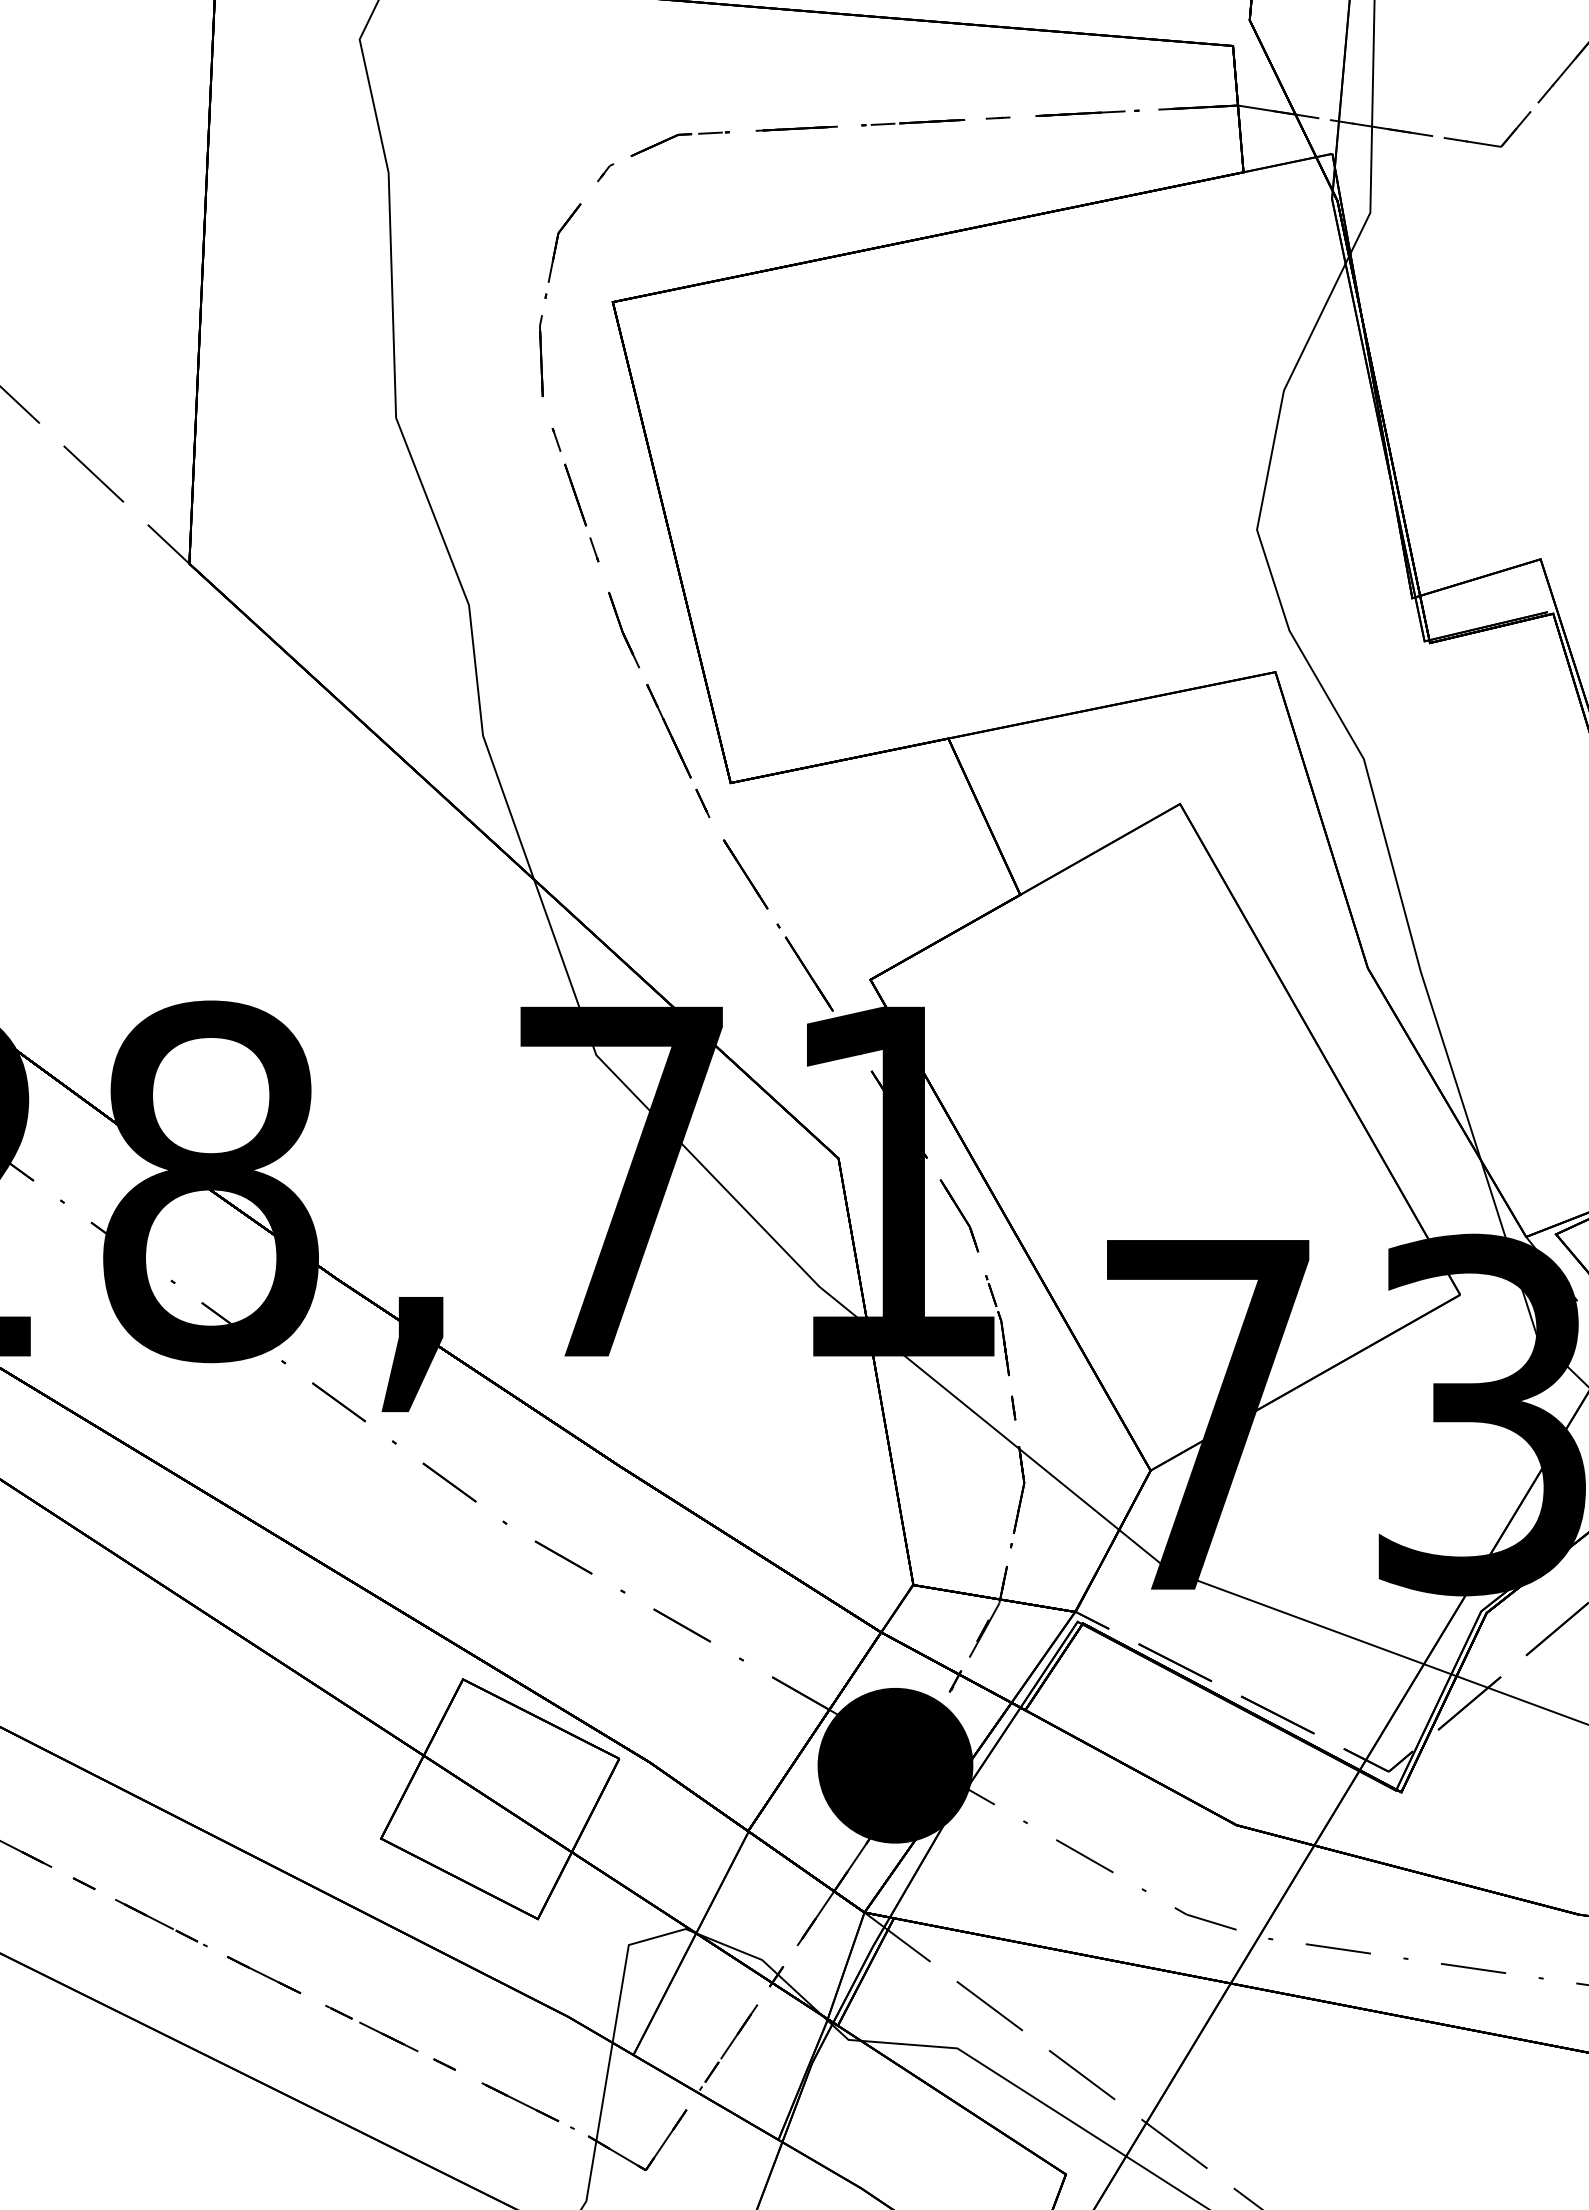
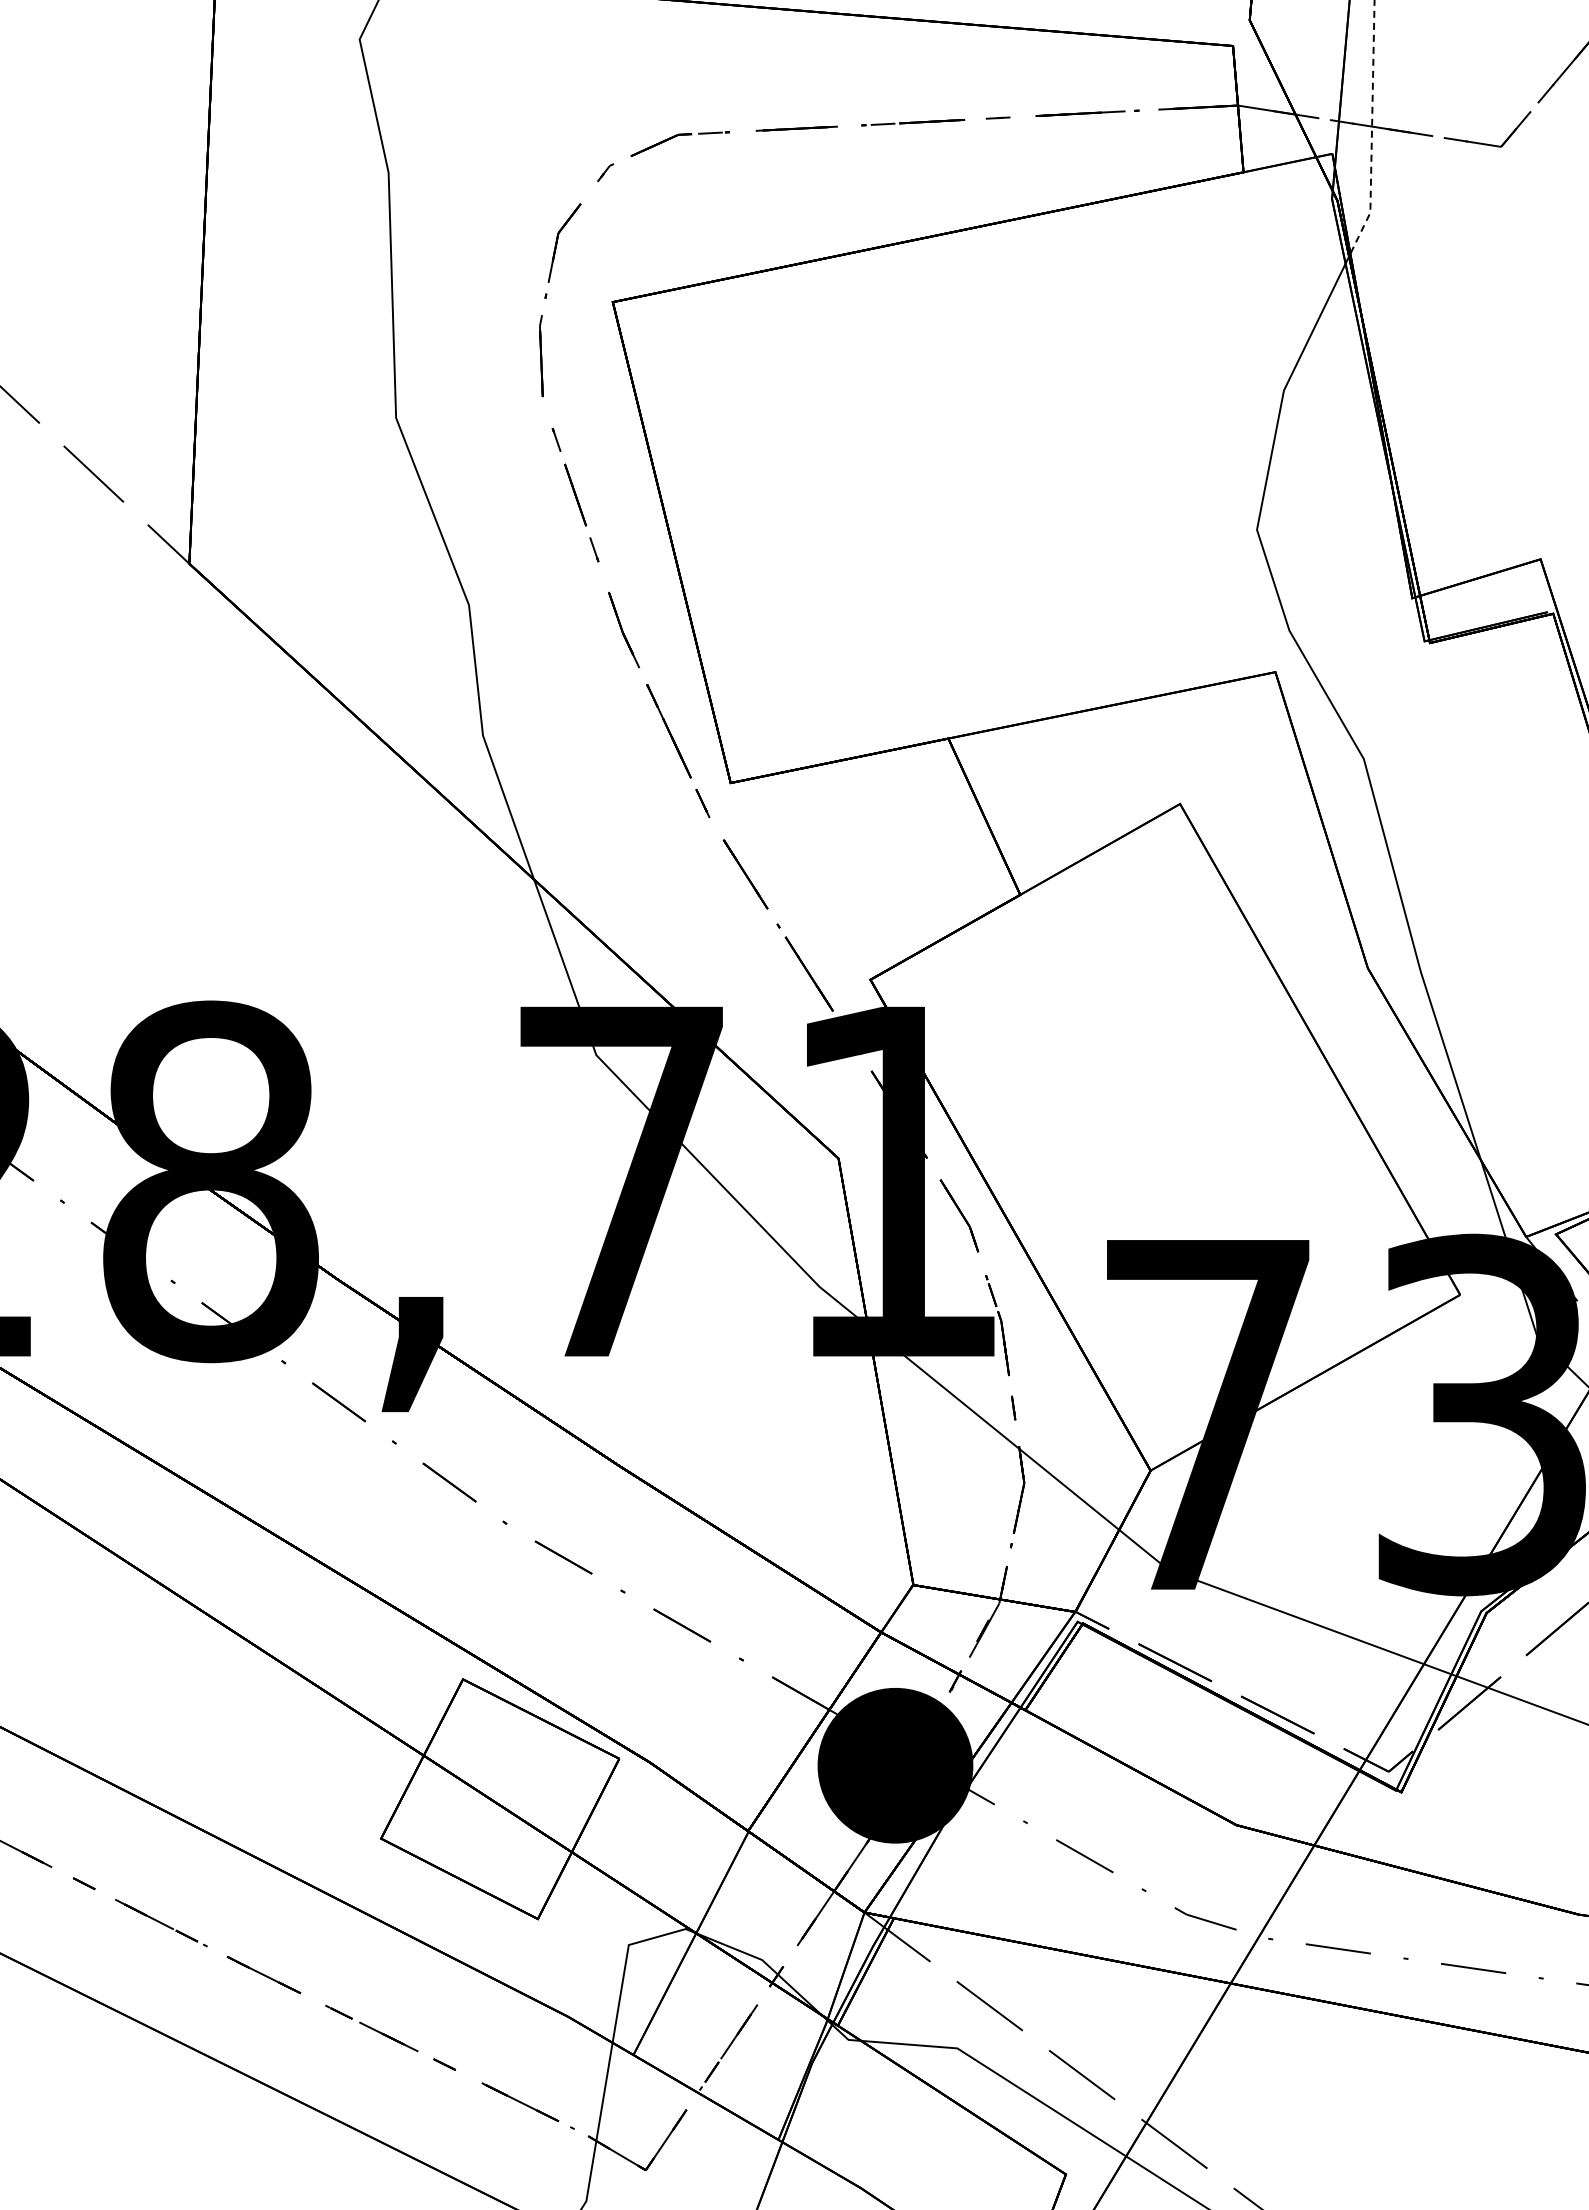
line at (1372, 130): solid -> dashed
